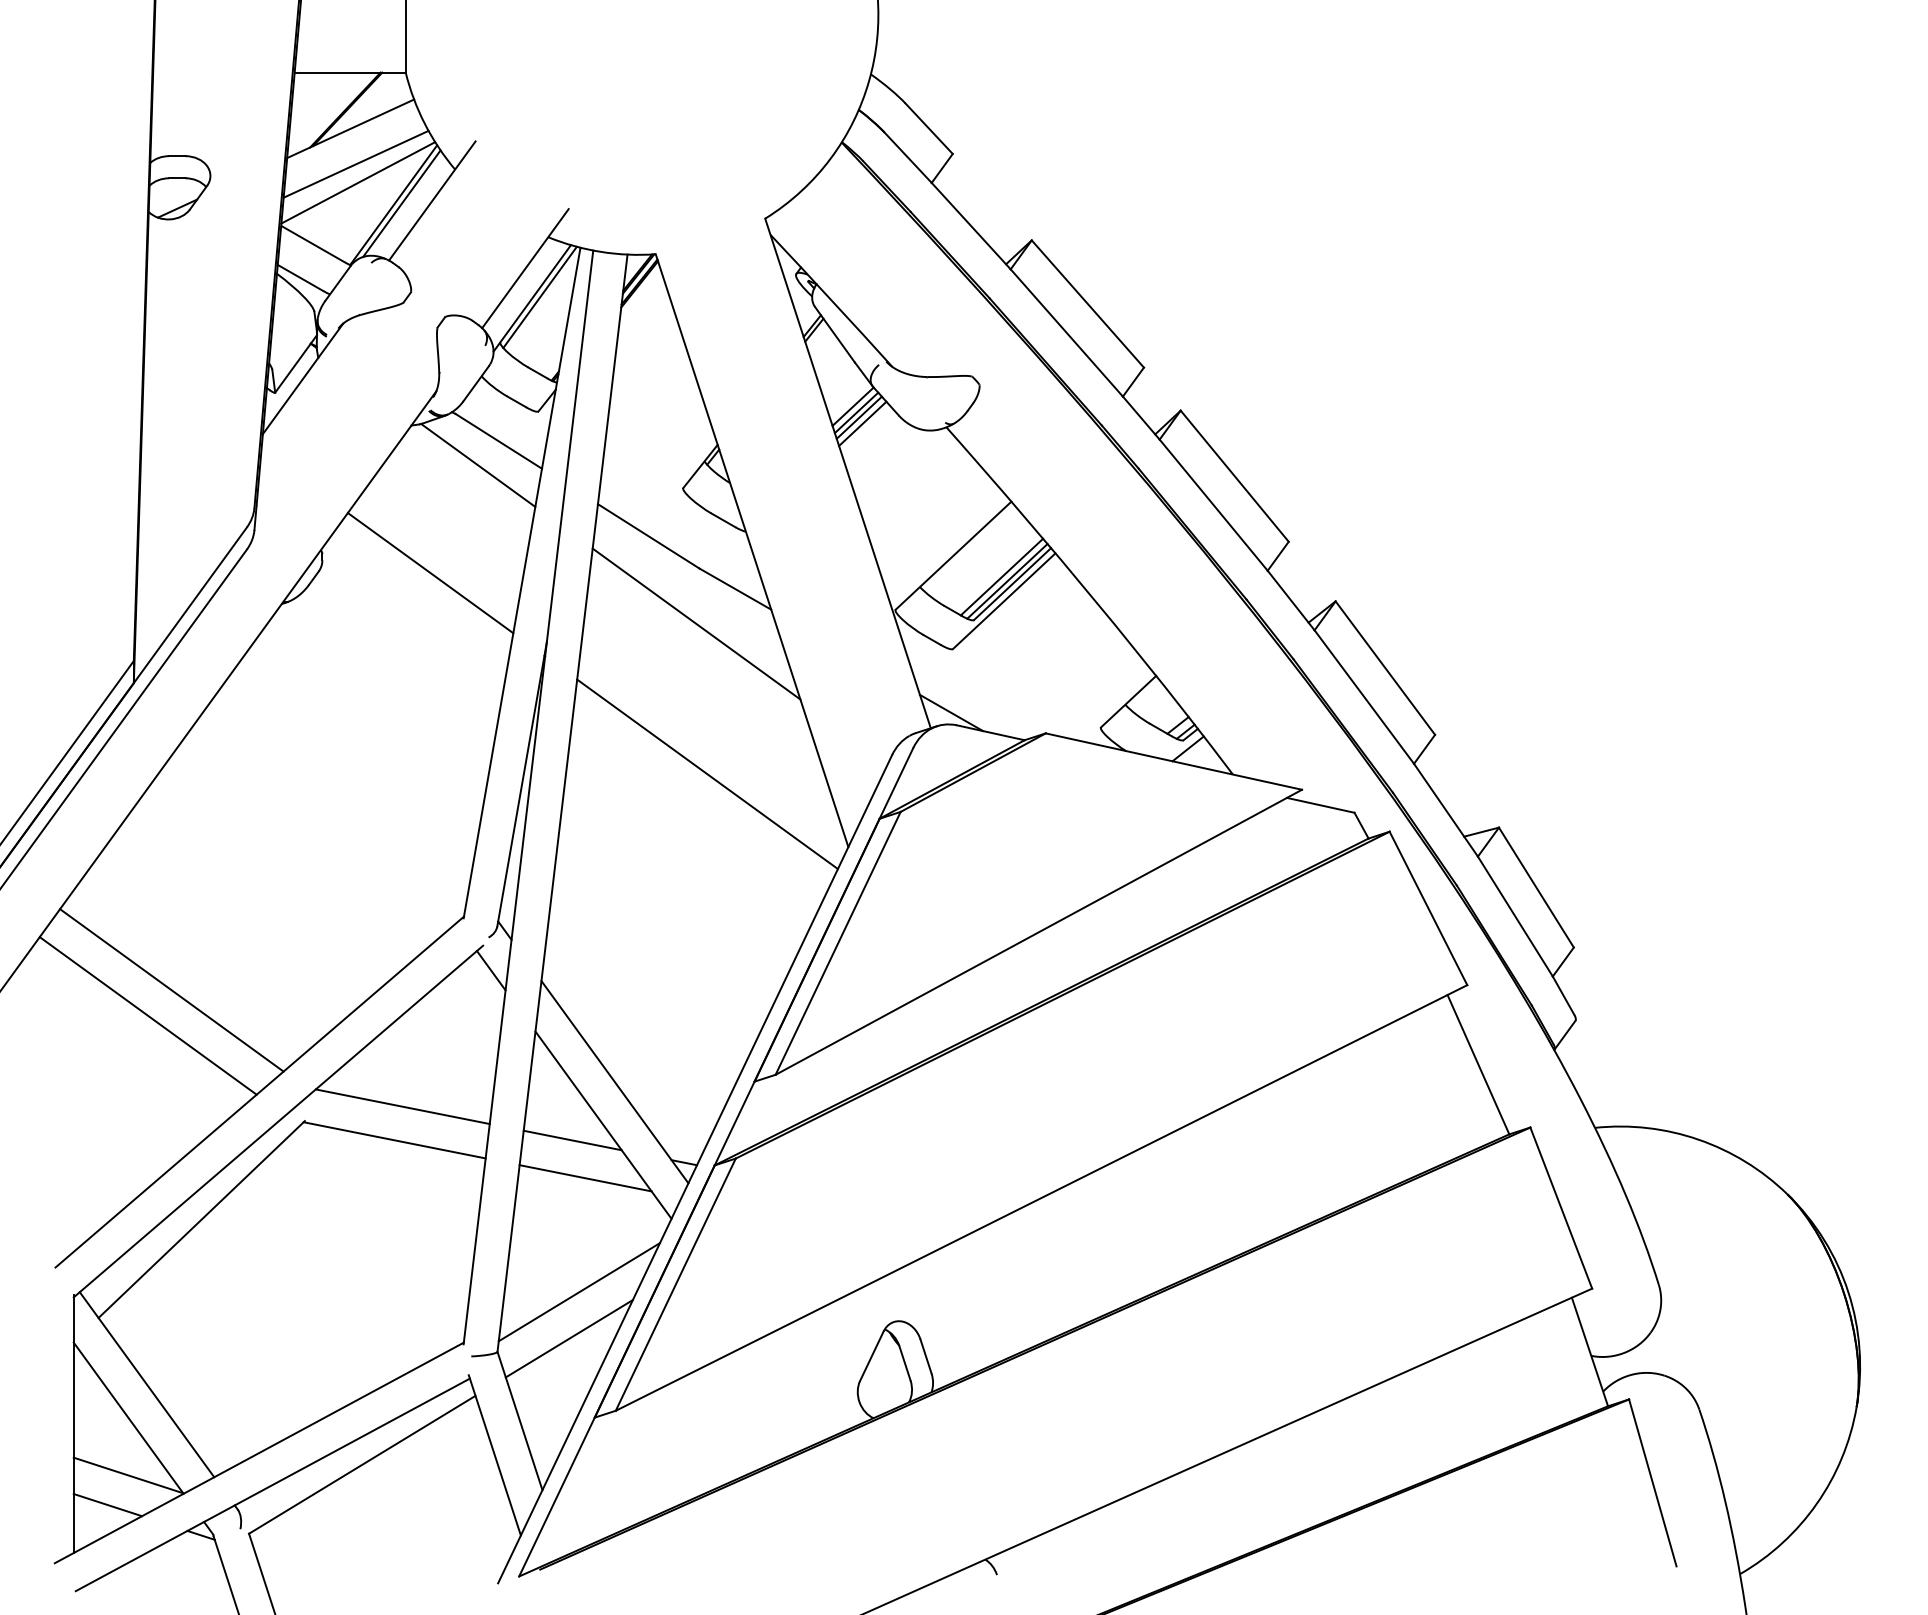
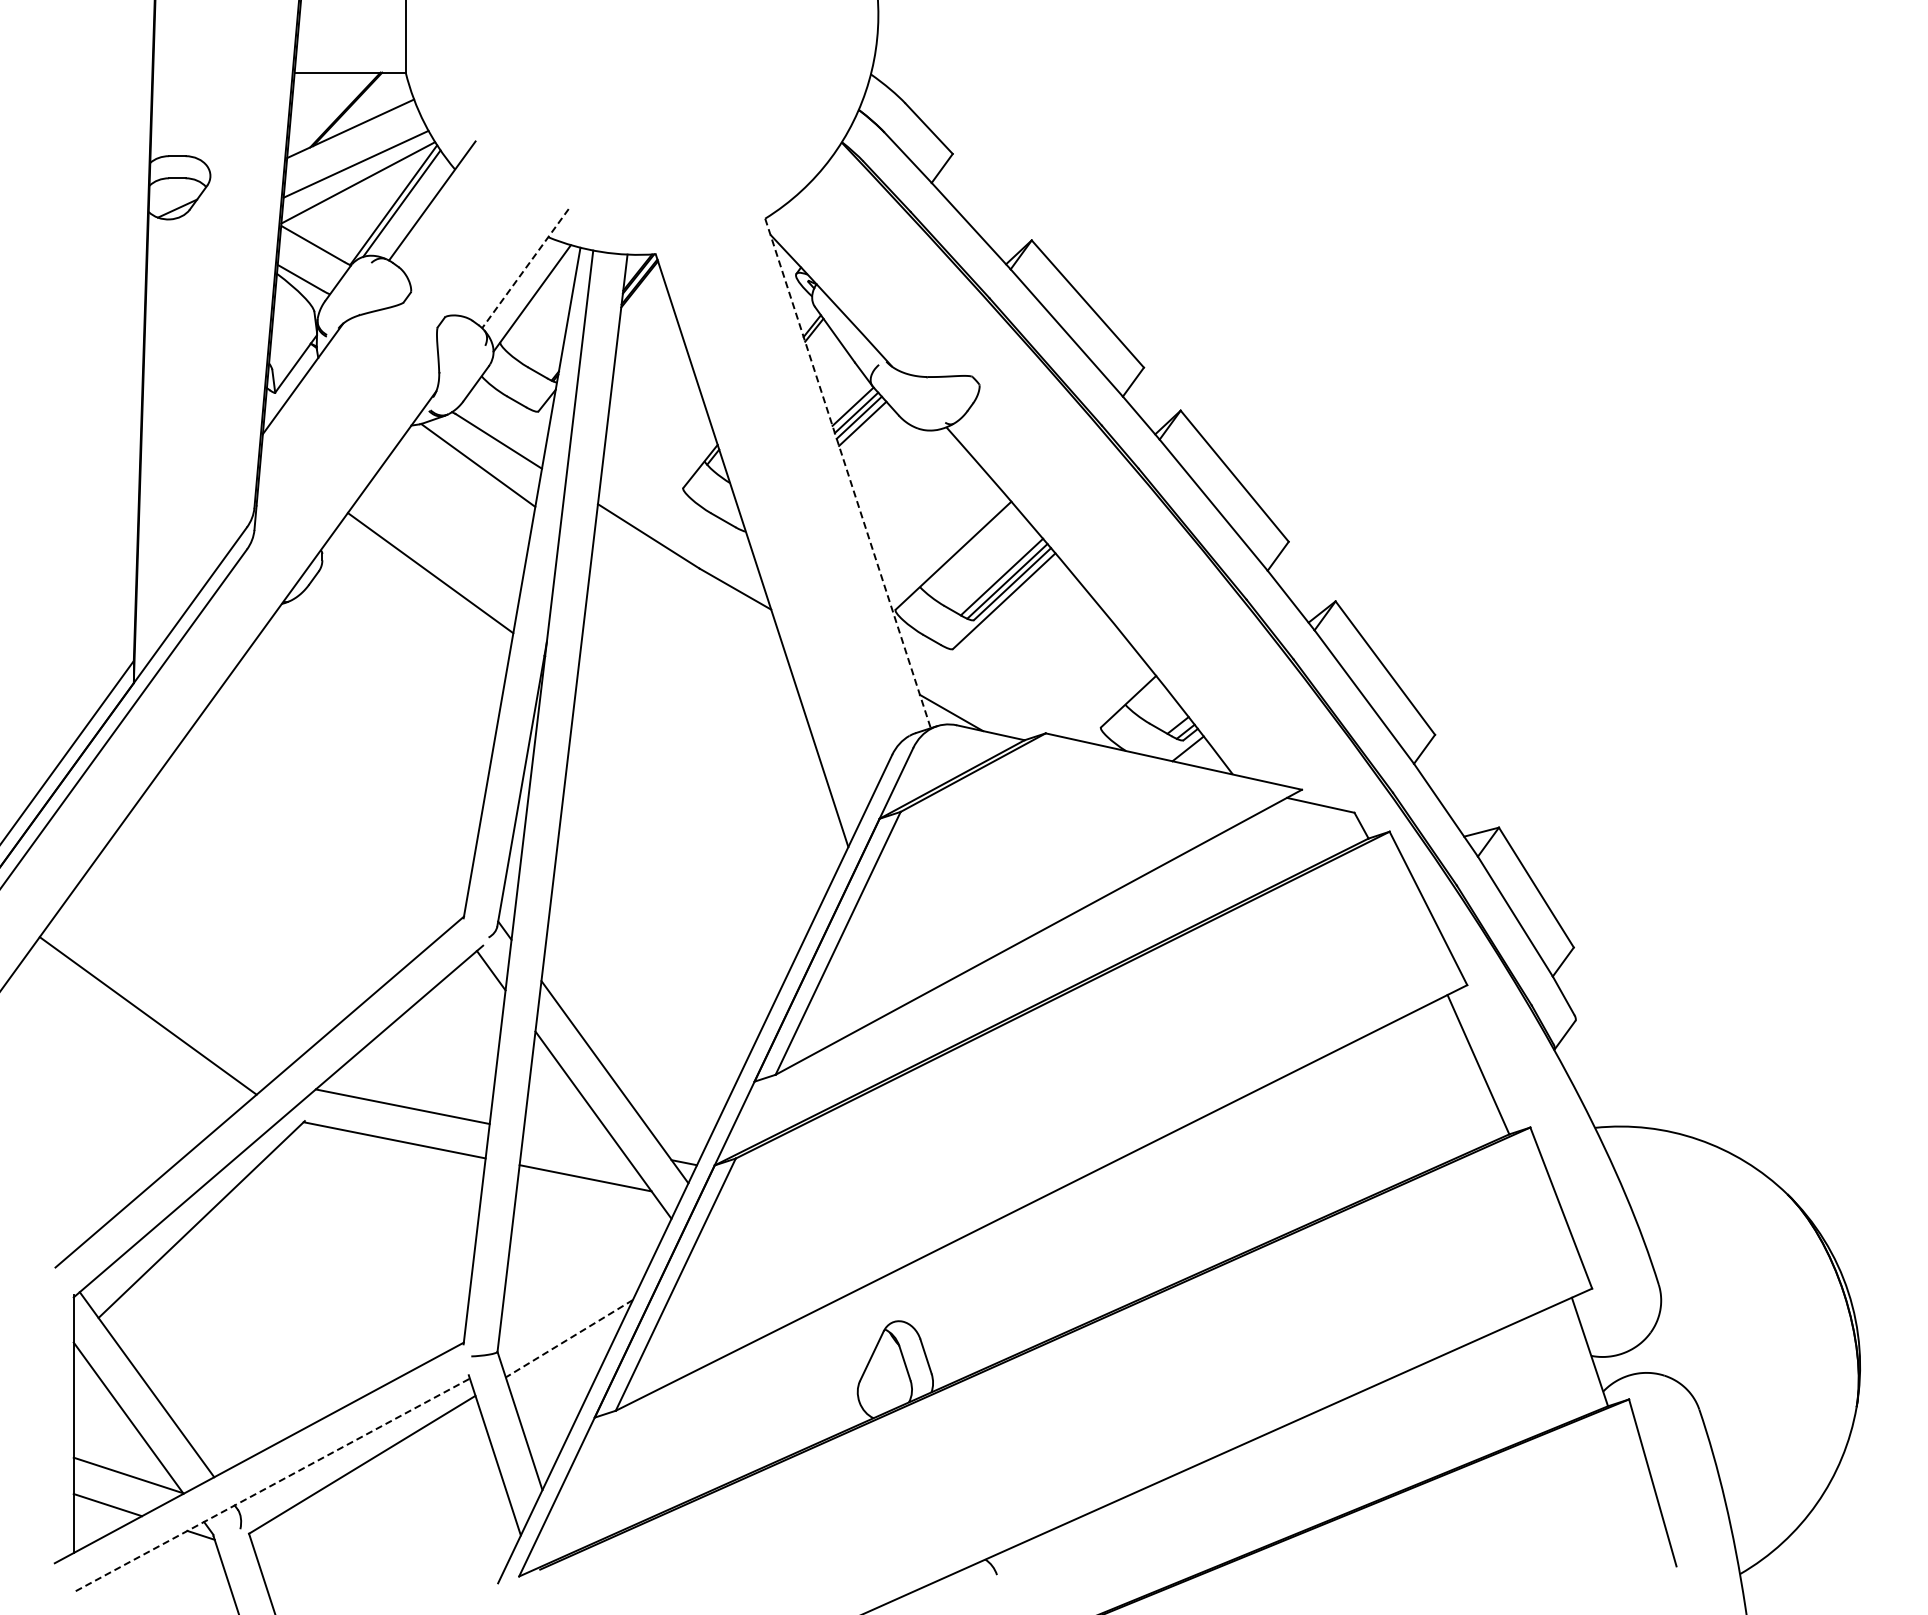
line at (525, 268): solid -> dashed
line at (539, 297): present -> none
line at (848, 473): solid -> dashed
line at (696, 623): present -> none
line at (707, 774): present -> none
line at (171, 990): present -> none
line at (572, 1140): present -> none
line at (578, 1292): present -> none
line at (568, 1338): solid -> dashed
line at (272, 1484): solid -> dashed
